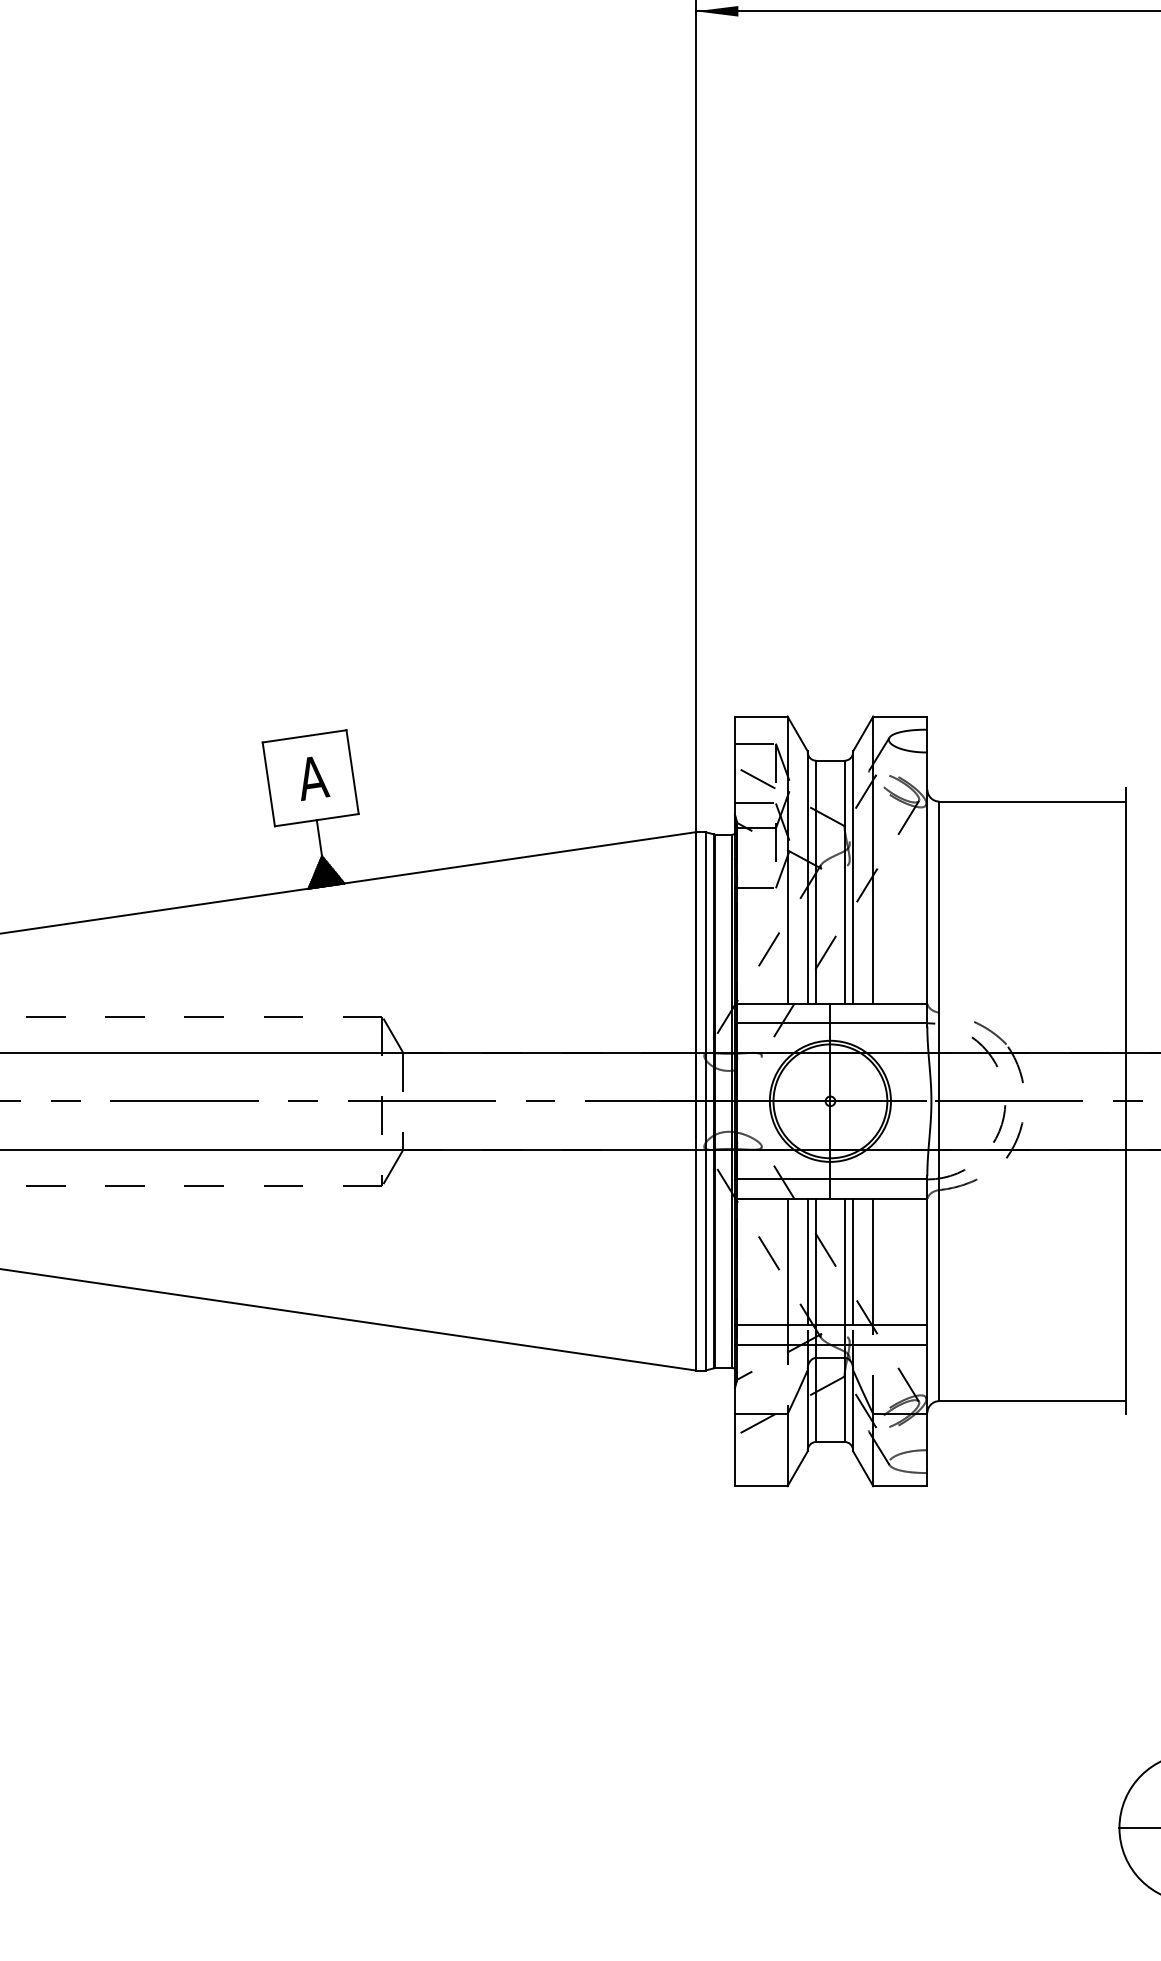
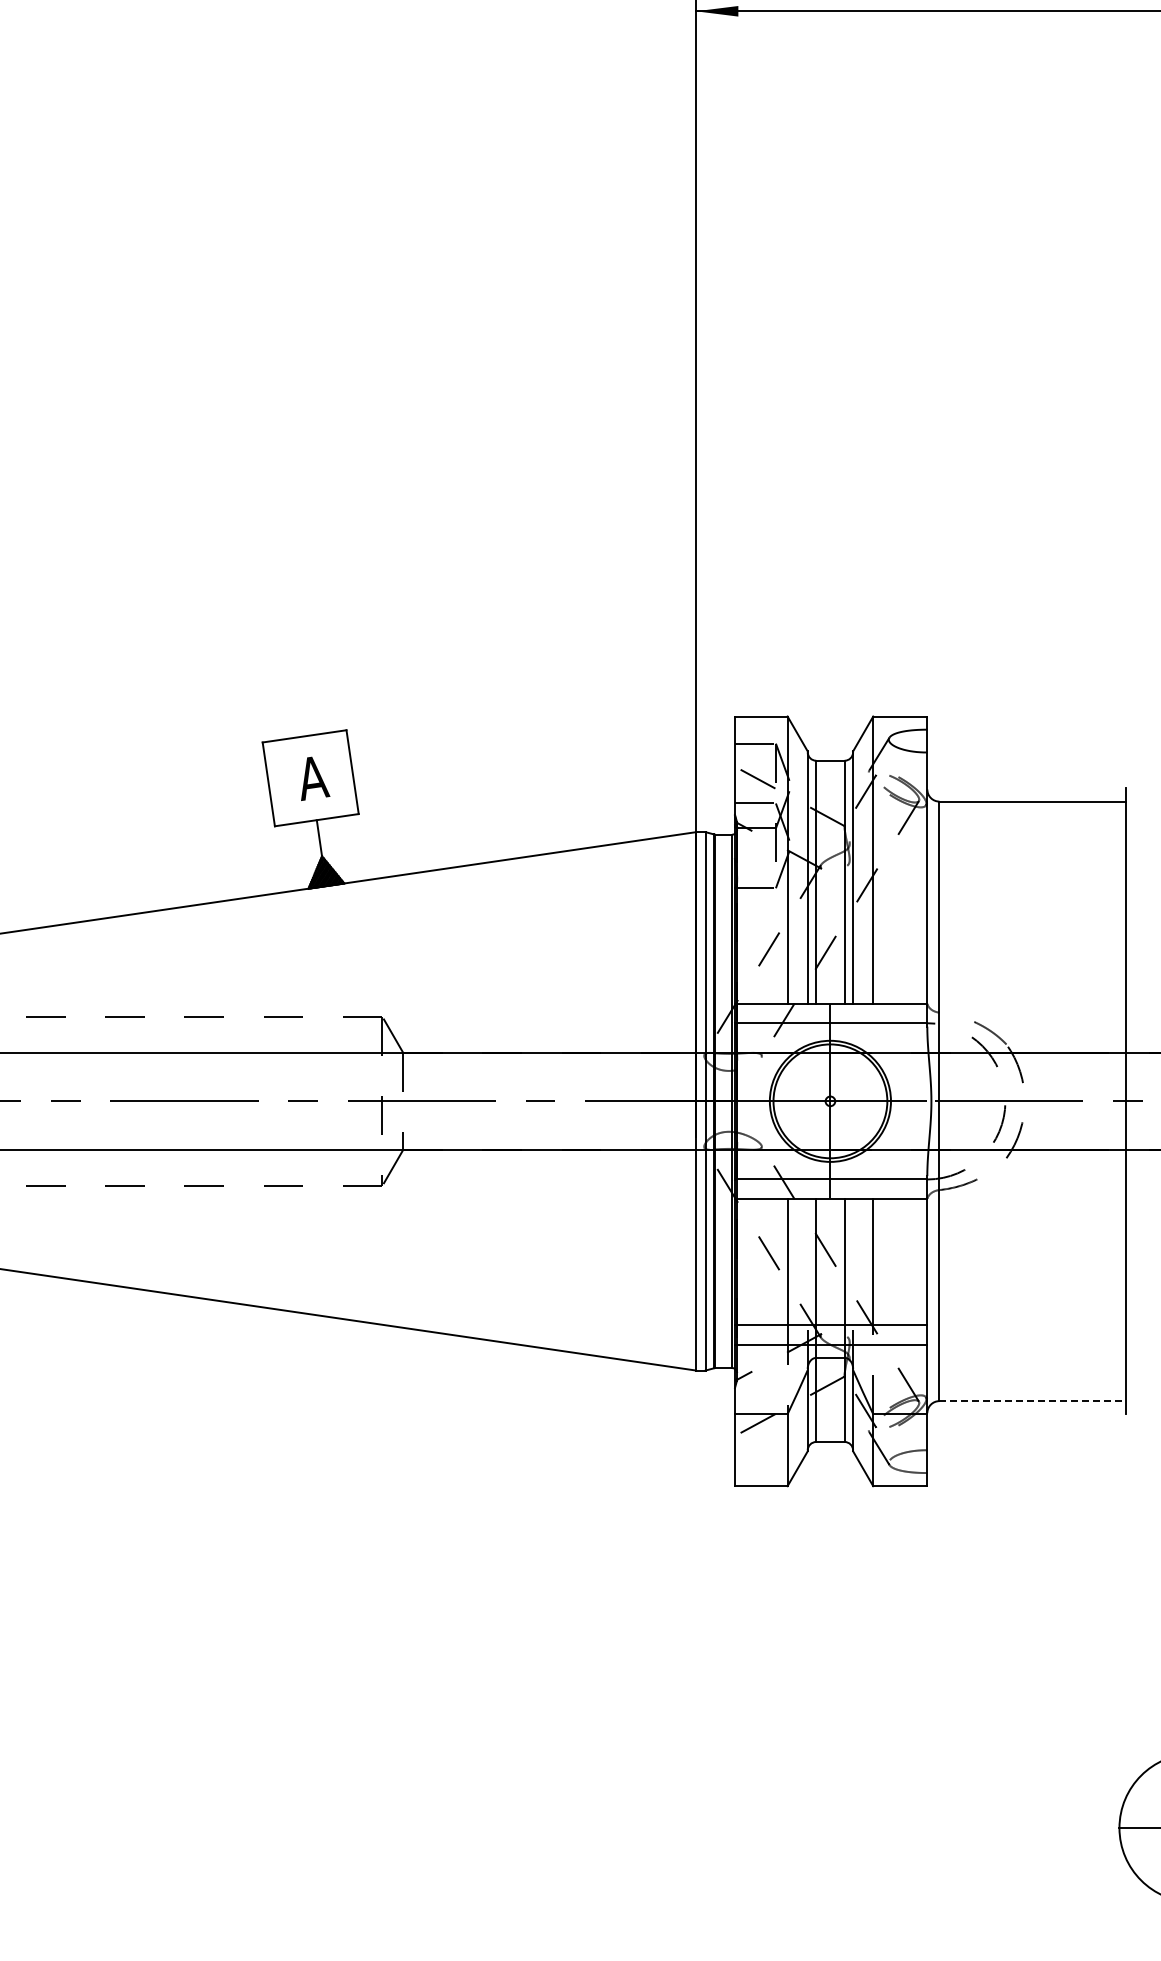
line at (807, 1261): present -> none
line at (853, 1261): present -> none
line at (1033, 1401): solid -> dashed
